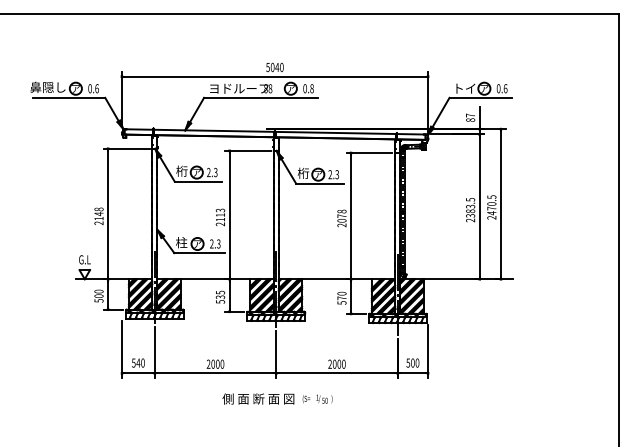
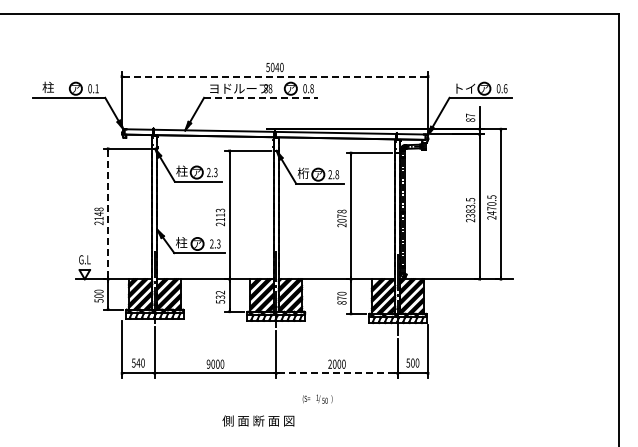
line at (275, 76): solid -> dashed
text at (47, 86): 鼻隠し -> 柱
text at (96, 88): 0.6 -> 0.1
line at (261, 97): solid -> dashed
text at (181, 170): 桁 -> 柱
text at (337, 174): 2.3 -> 2.8
line at (108, 214): solid -> dashed
text at (220, 292): 535 -> 532
text at (341, 302): 570 -> 870
text at (208, 364): 2000 -> 9000
line at (337, 373): solid -> dashed
text at (258, 398) position: (258, 398) -> (258, 420)
